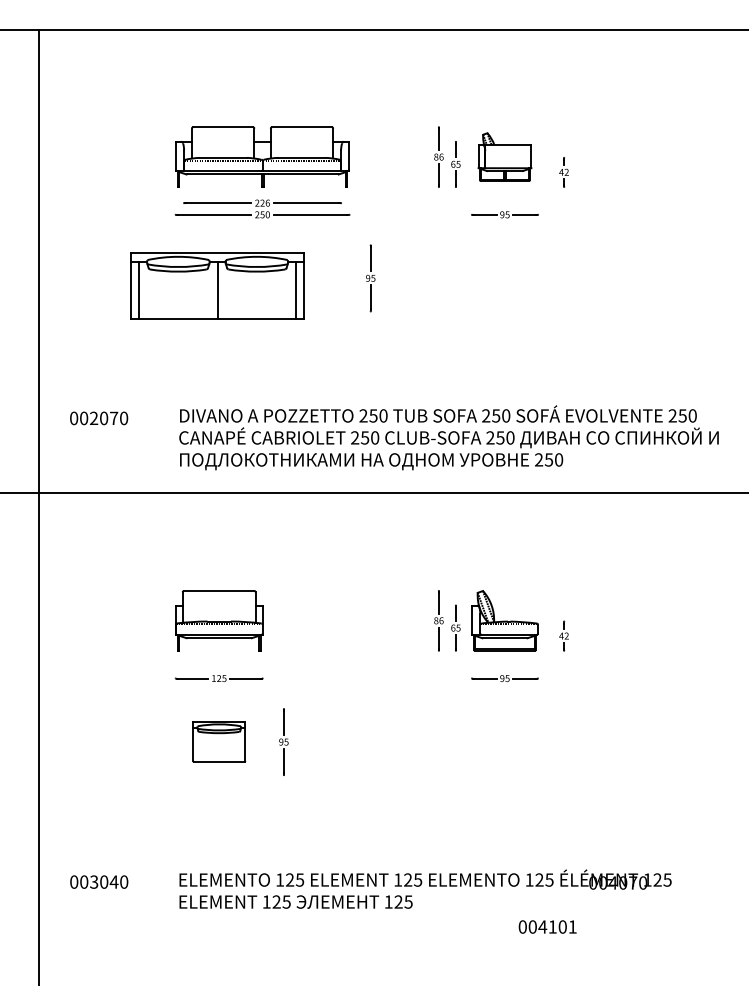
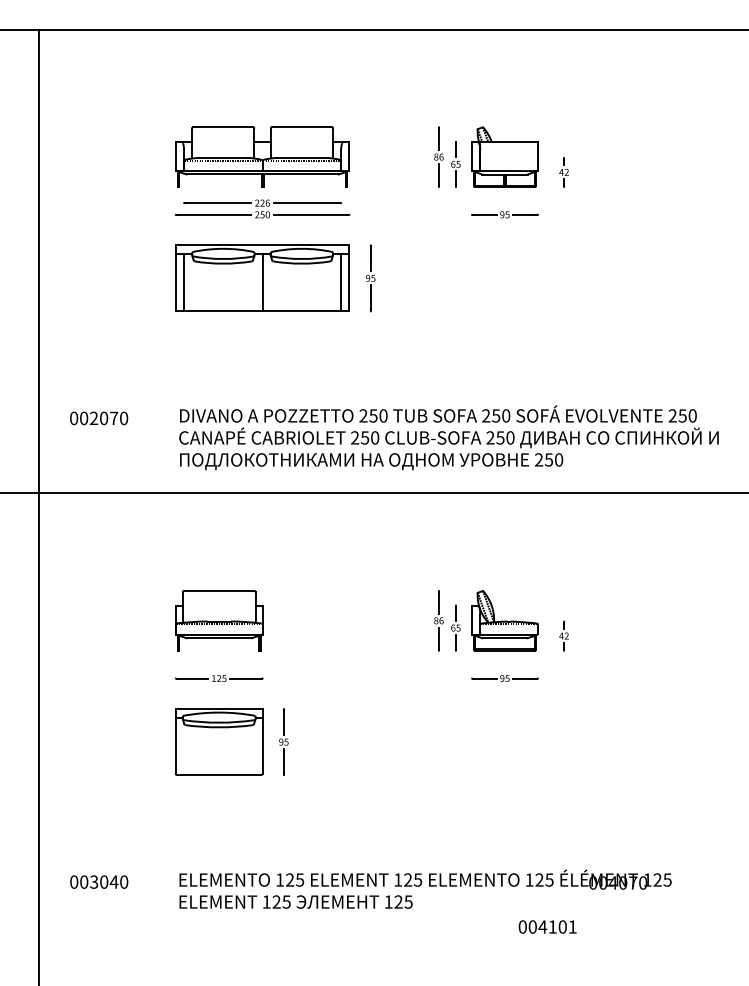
part at (504, 156) size: 56x50 px -> 68x62 px
part at (217, 285) position: (217, 285) -> (262, 277)
part at (219, 741) size: 55x42 px -> 89x68 px
